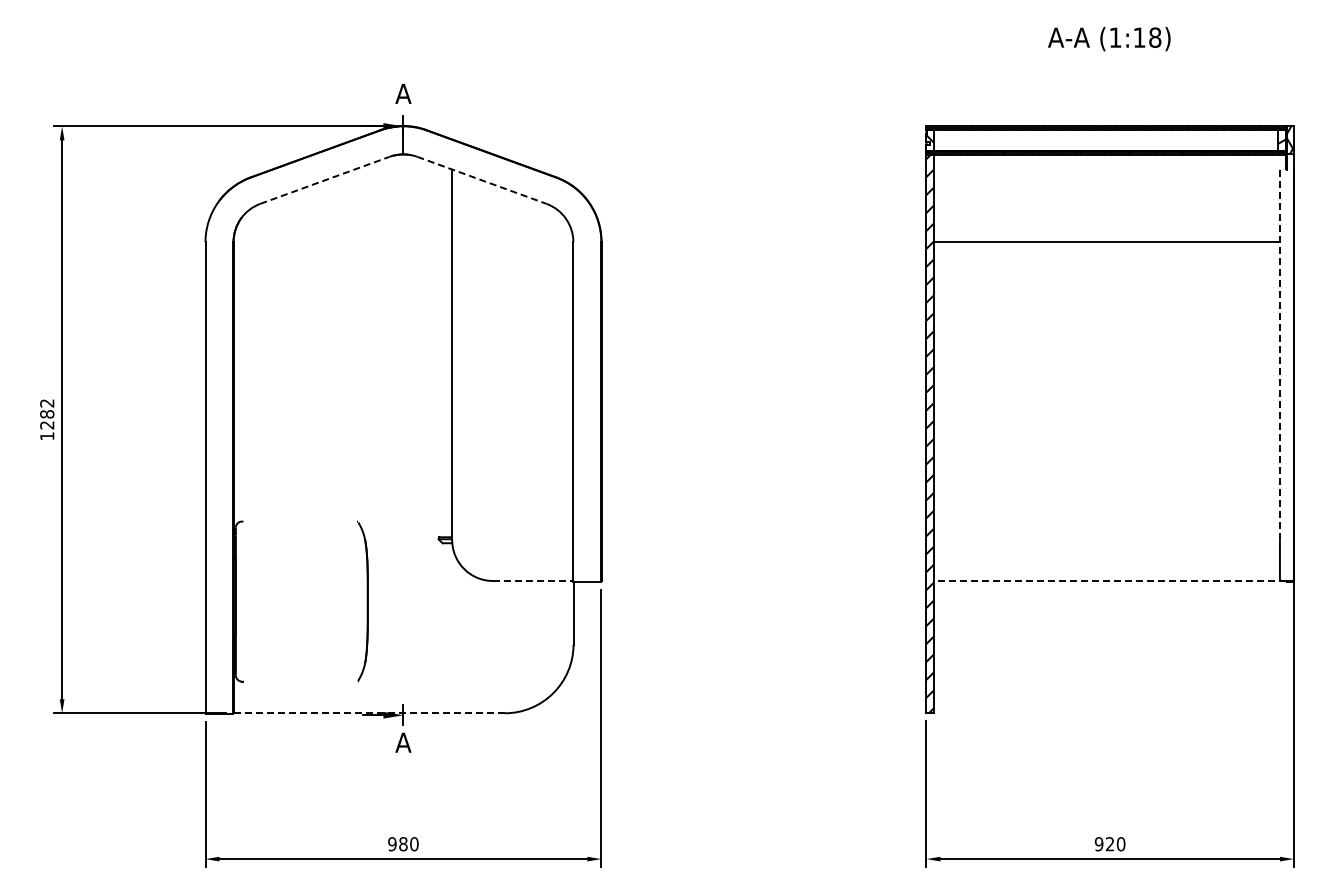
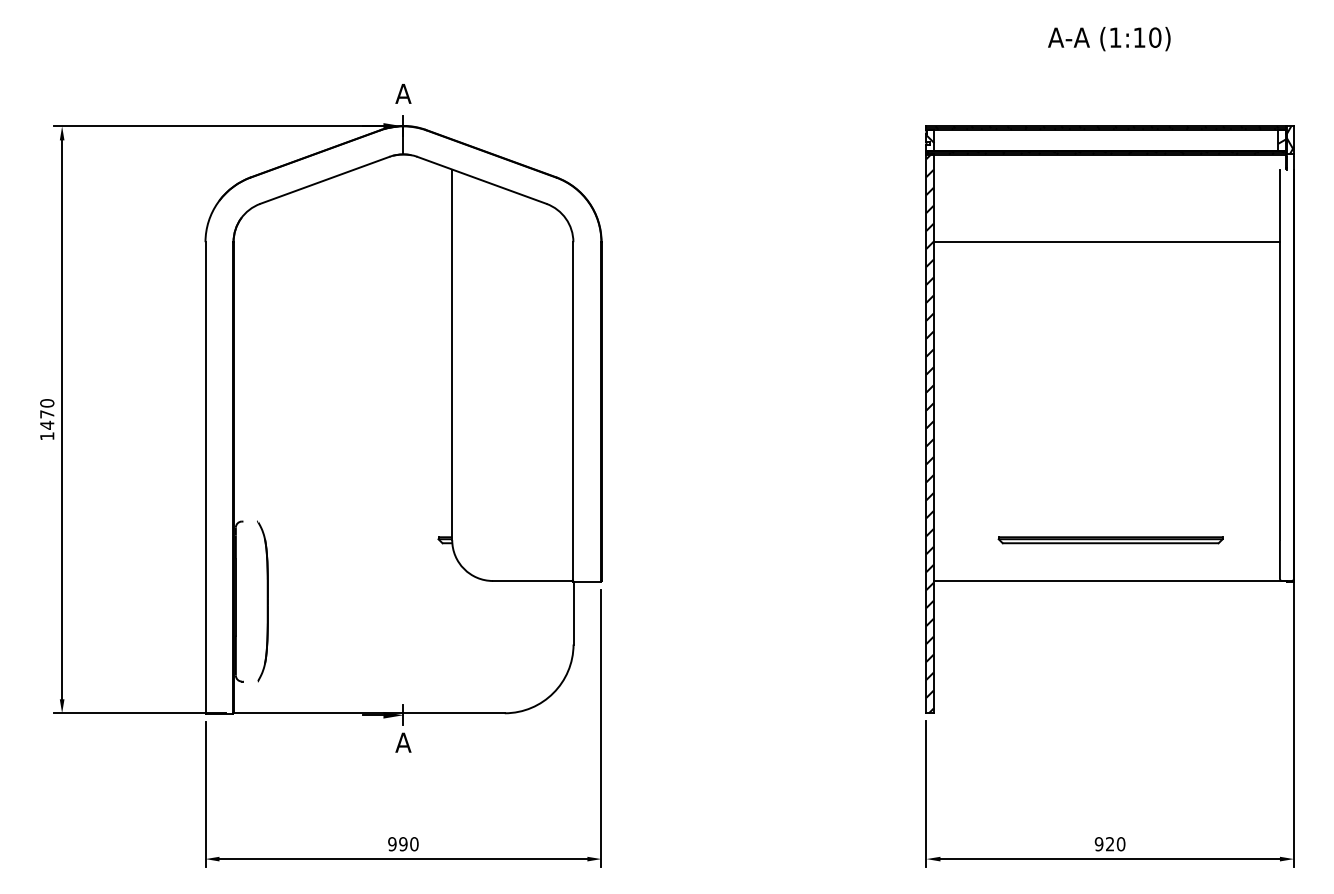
text at (1155, 37): (1:18) -> (1:10)
line at (324, 180): dashed -> solid
line at (481, 180): dashed -> solid
line at (1279, 355): dashed -> solid
text at (47, 414): 1282 -> 1470
part at (1110, 540): none -> present
line at (532, 581): dashed -> solid
line at (1109, 581): dashed -> solid
part at (362, 601) position: (362, 601) -> (262, 601)
line at (369, 713): dashed -> solid
text at (403, 844): 980 -> 990
